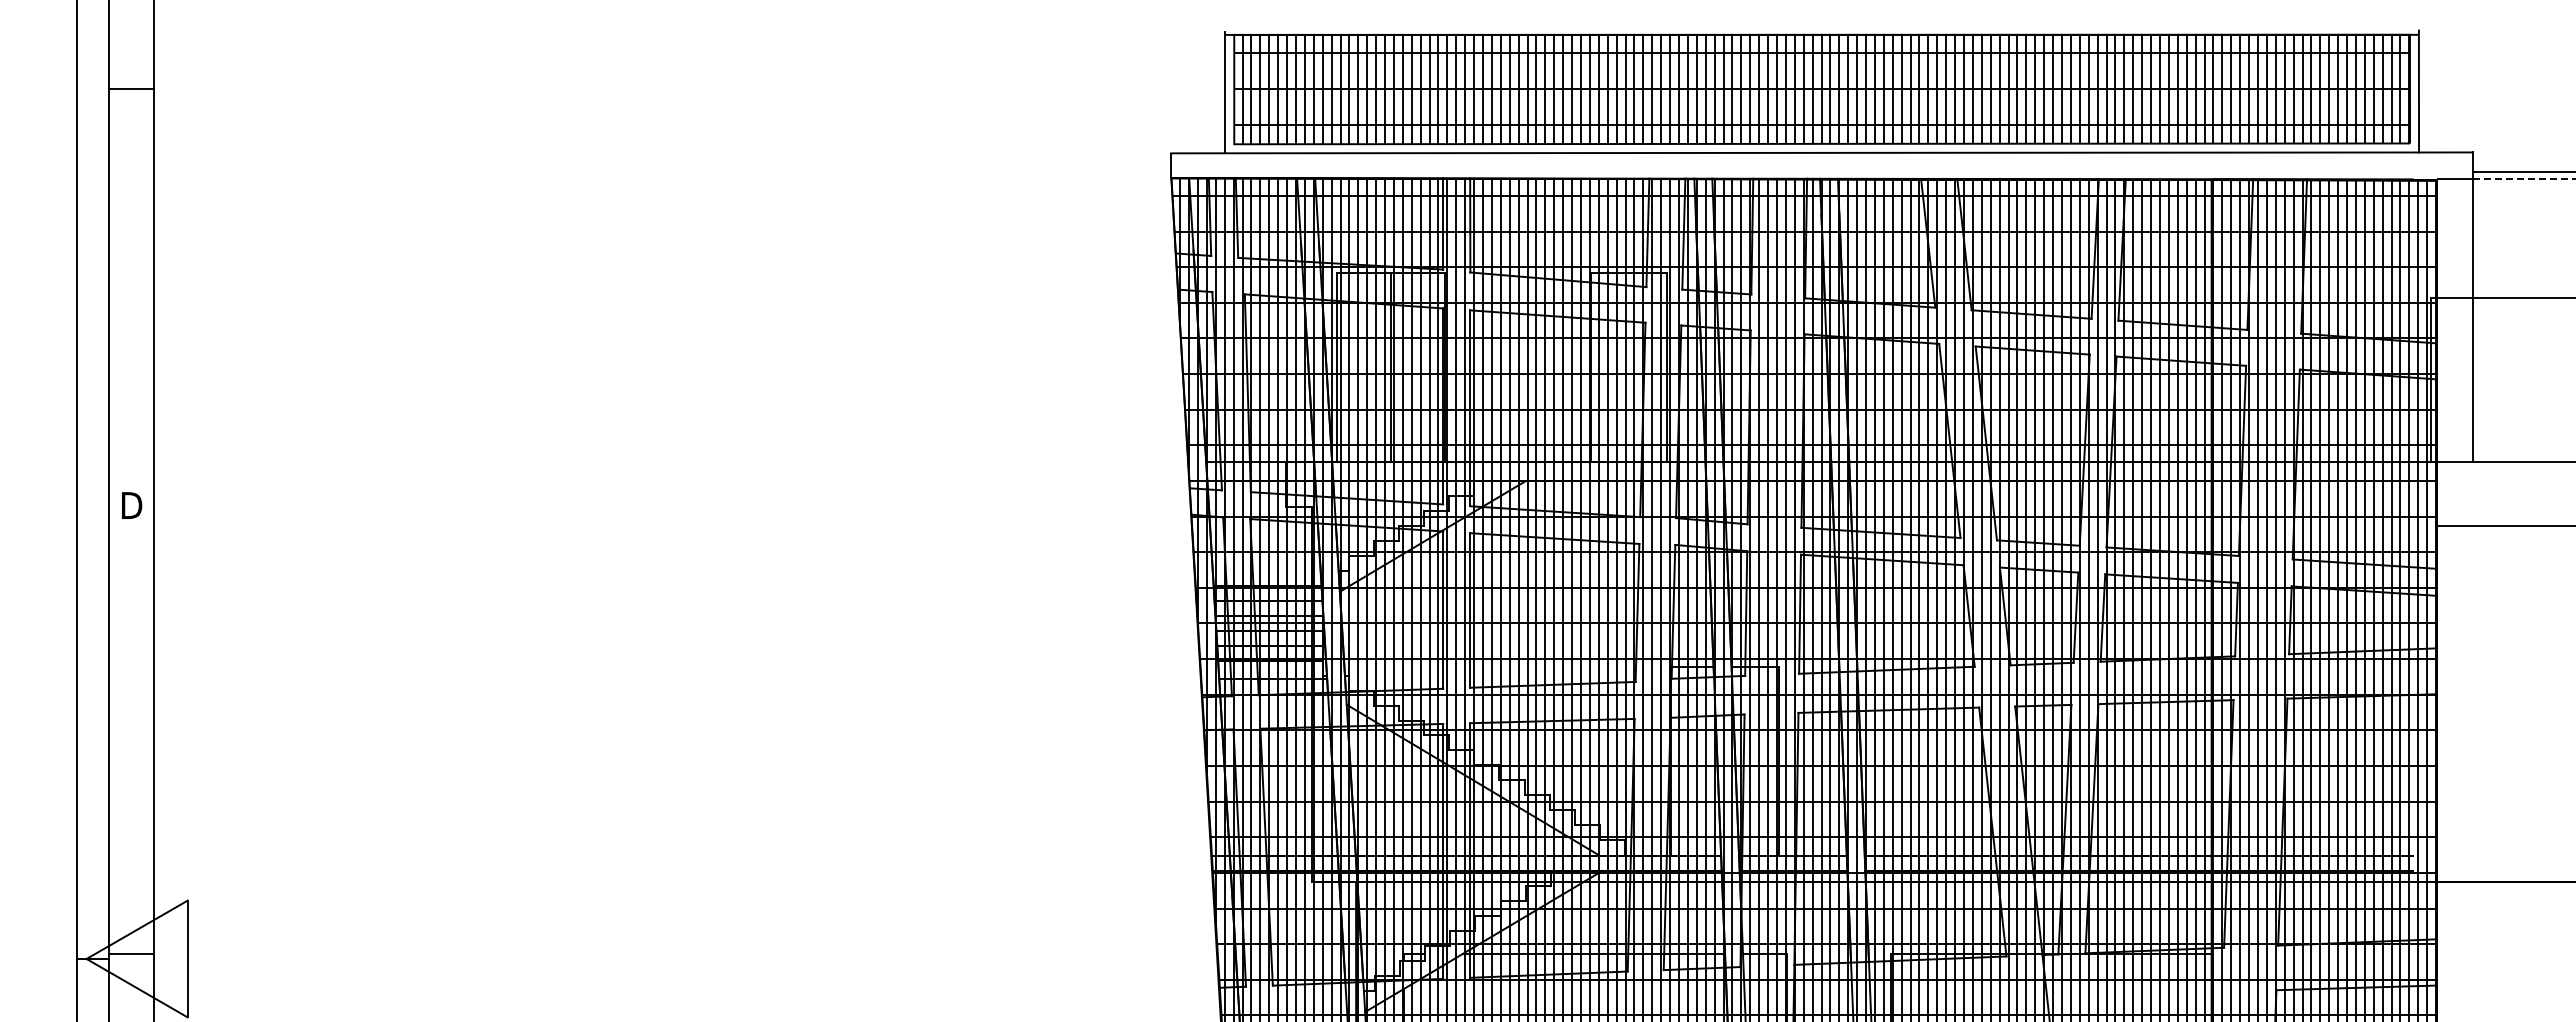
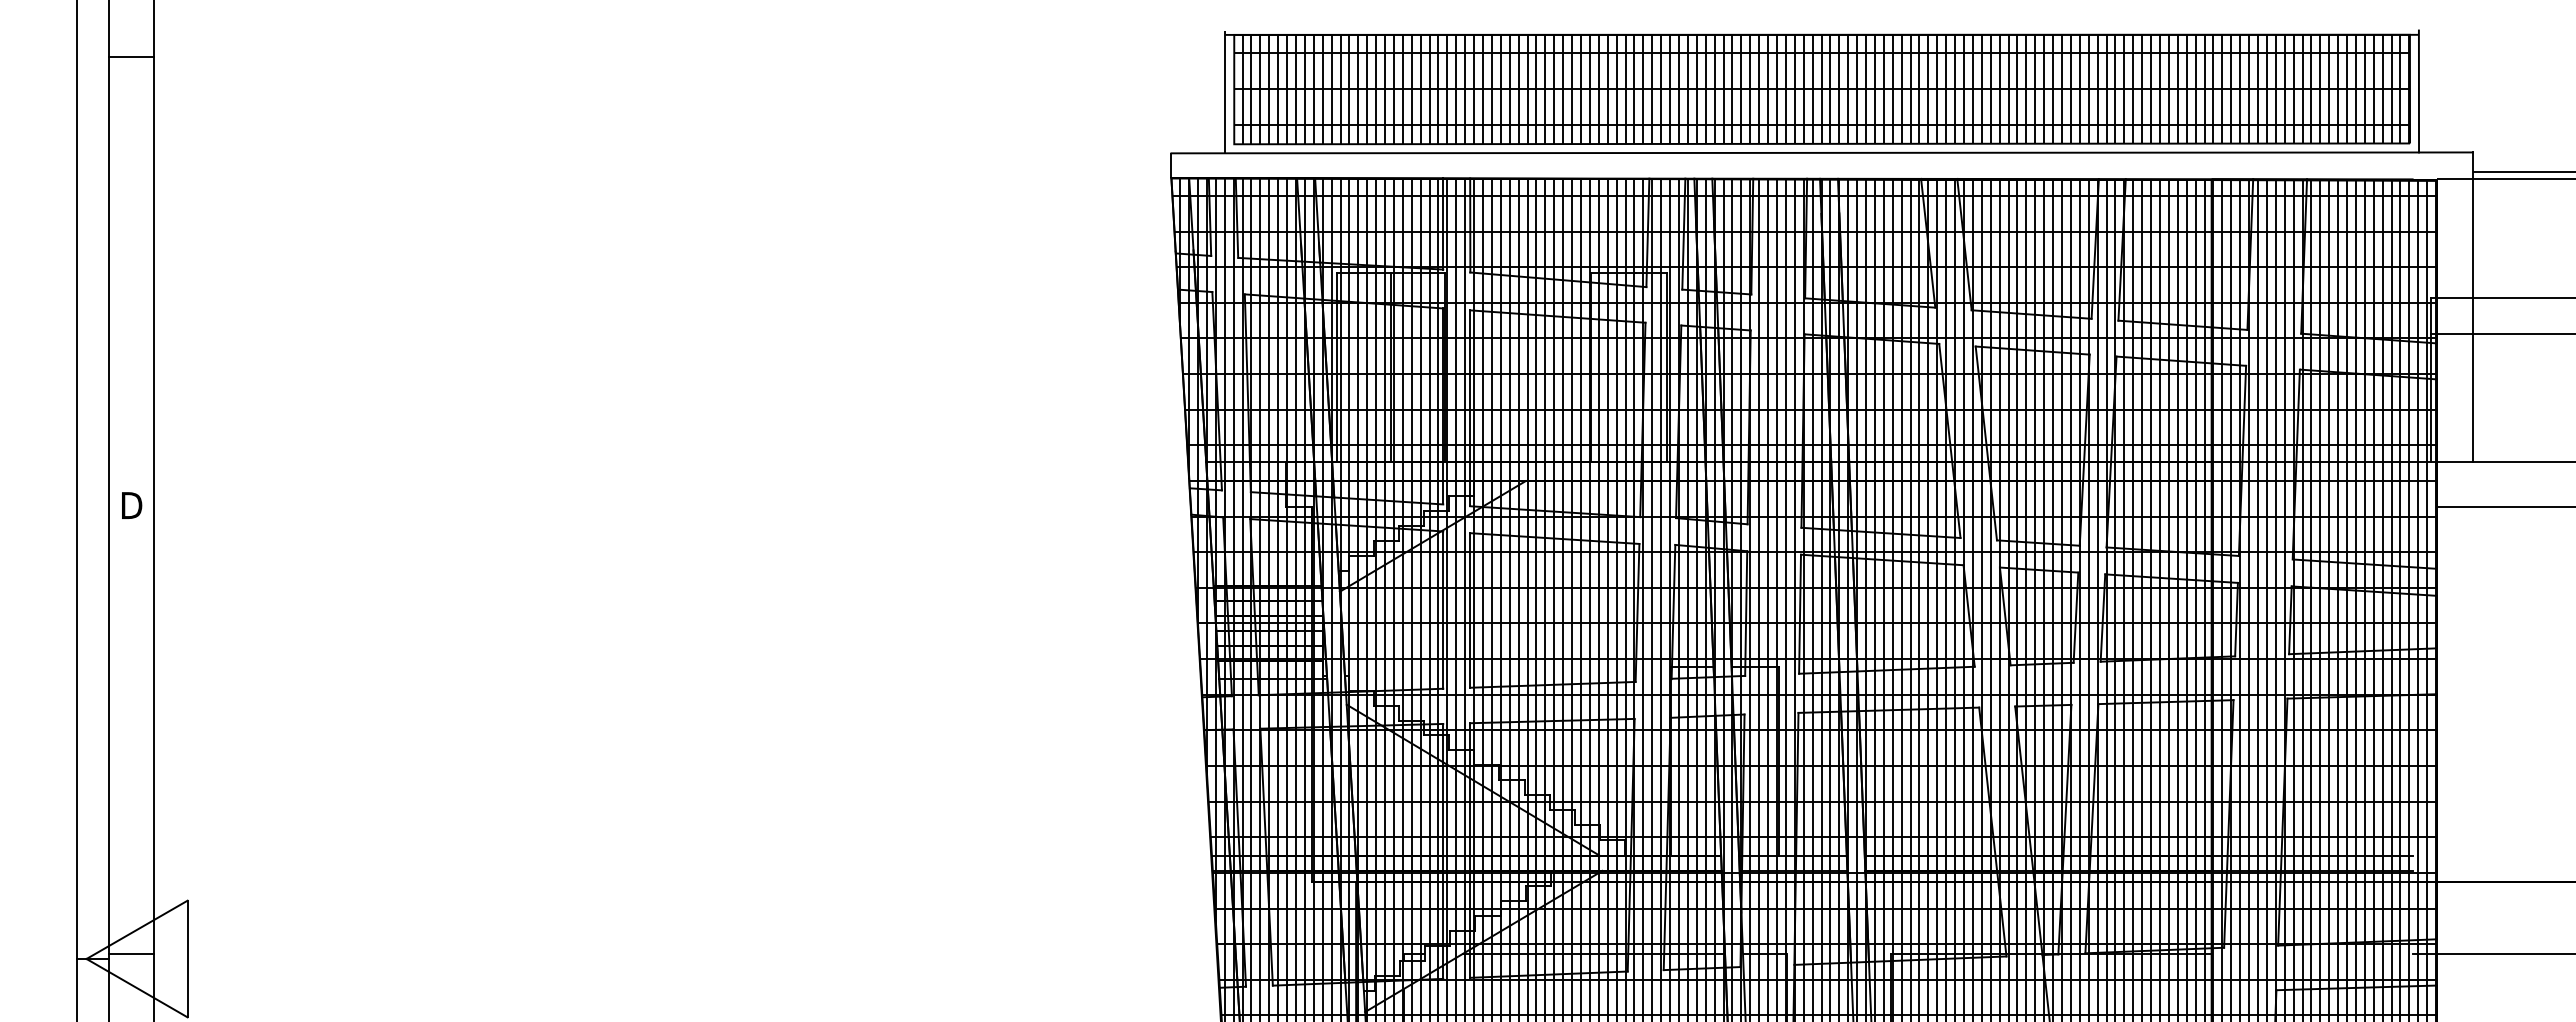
line at (131, 88) position: (131, 88) -> (131, 56)
line at (2524, 179): dashed -> solid
line at (2501, 333): none -> present
line at (2504, 525) position: (2504, 525) -> (2504, 506)
line at (2492, 954): none -> present
